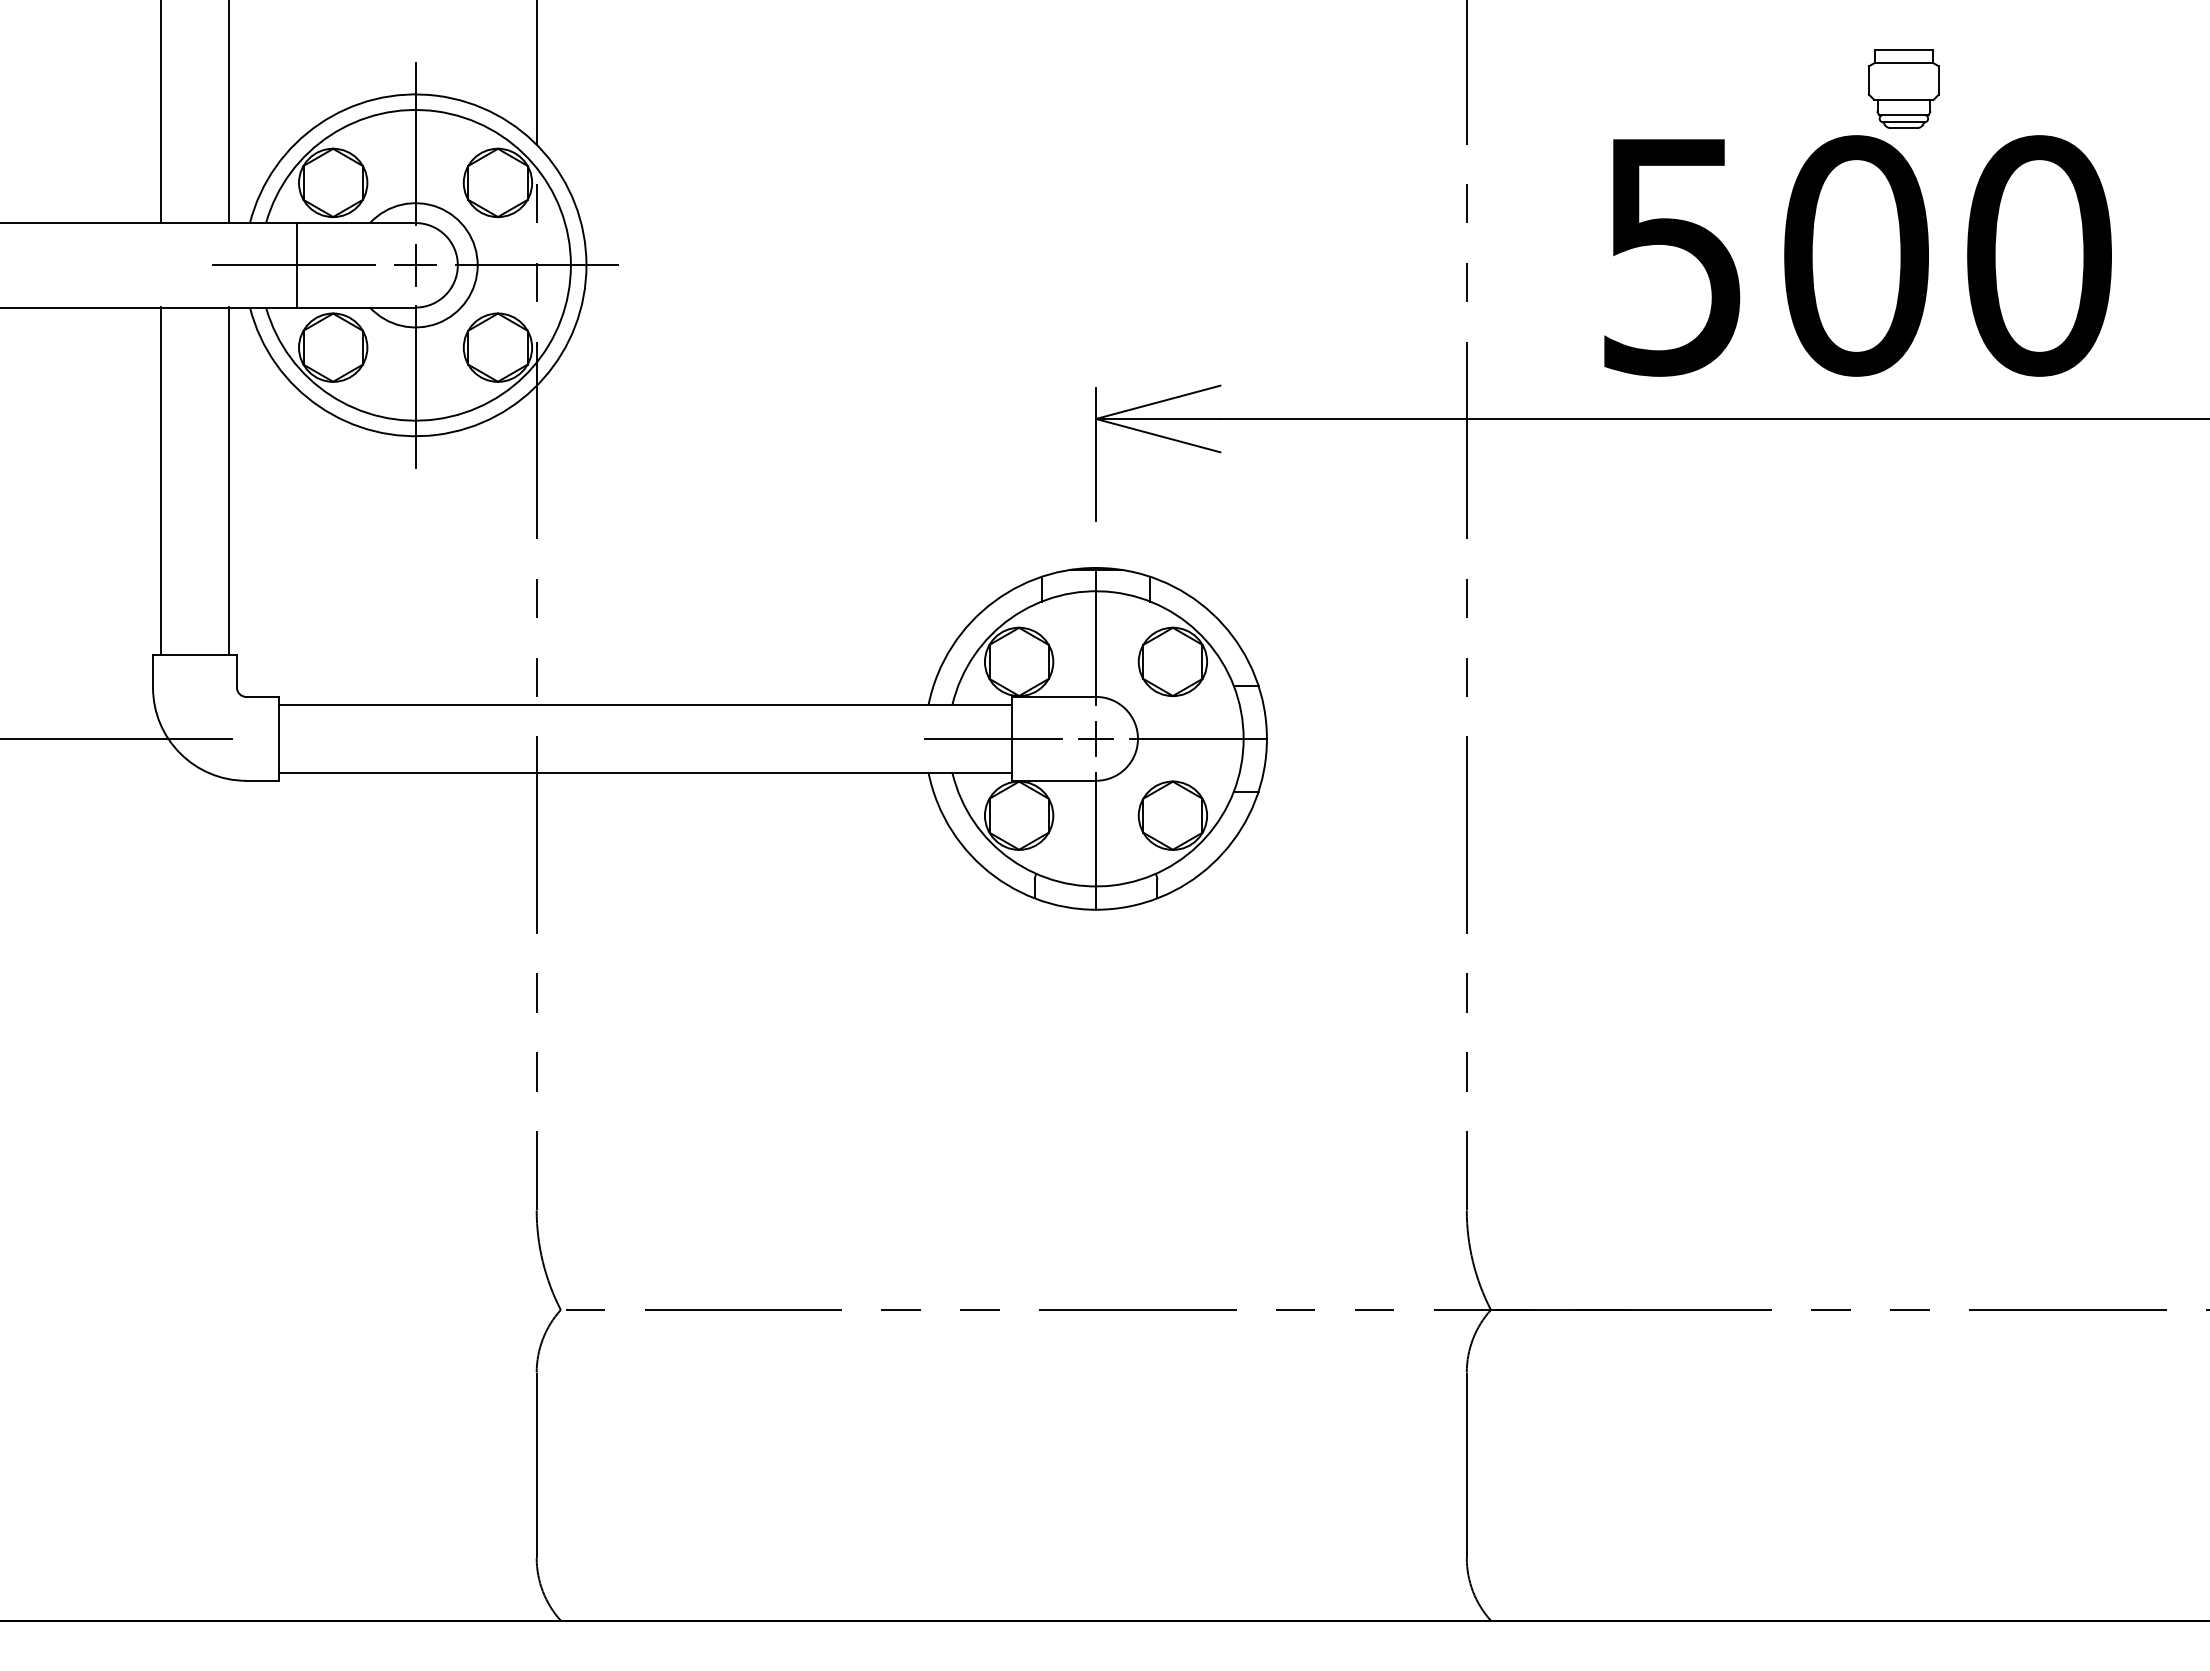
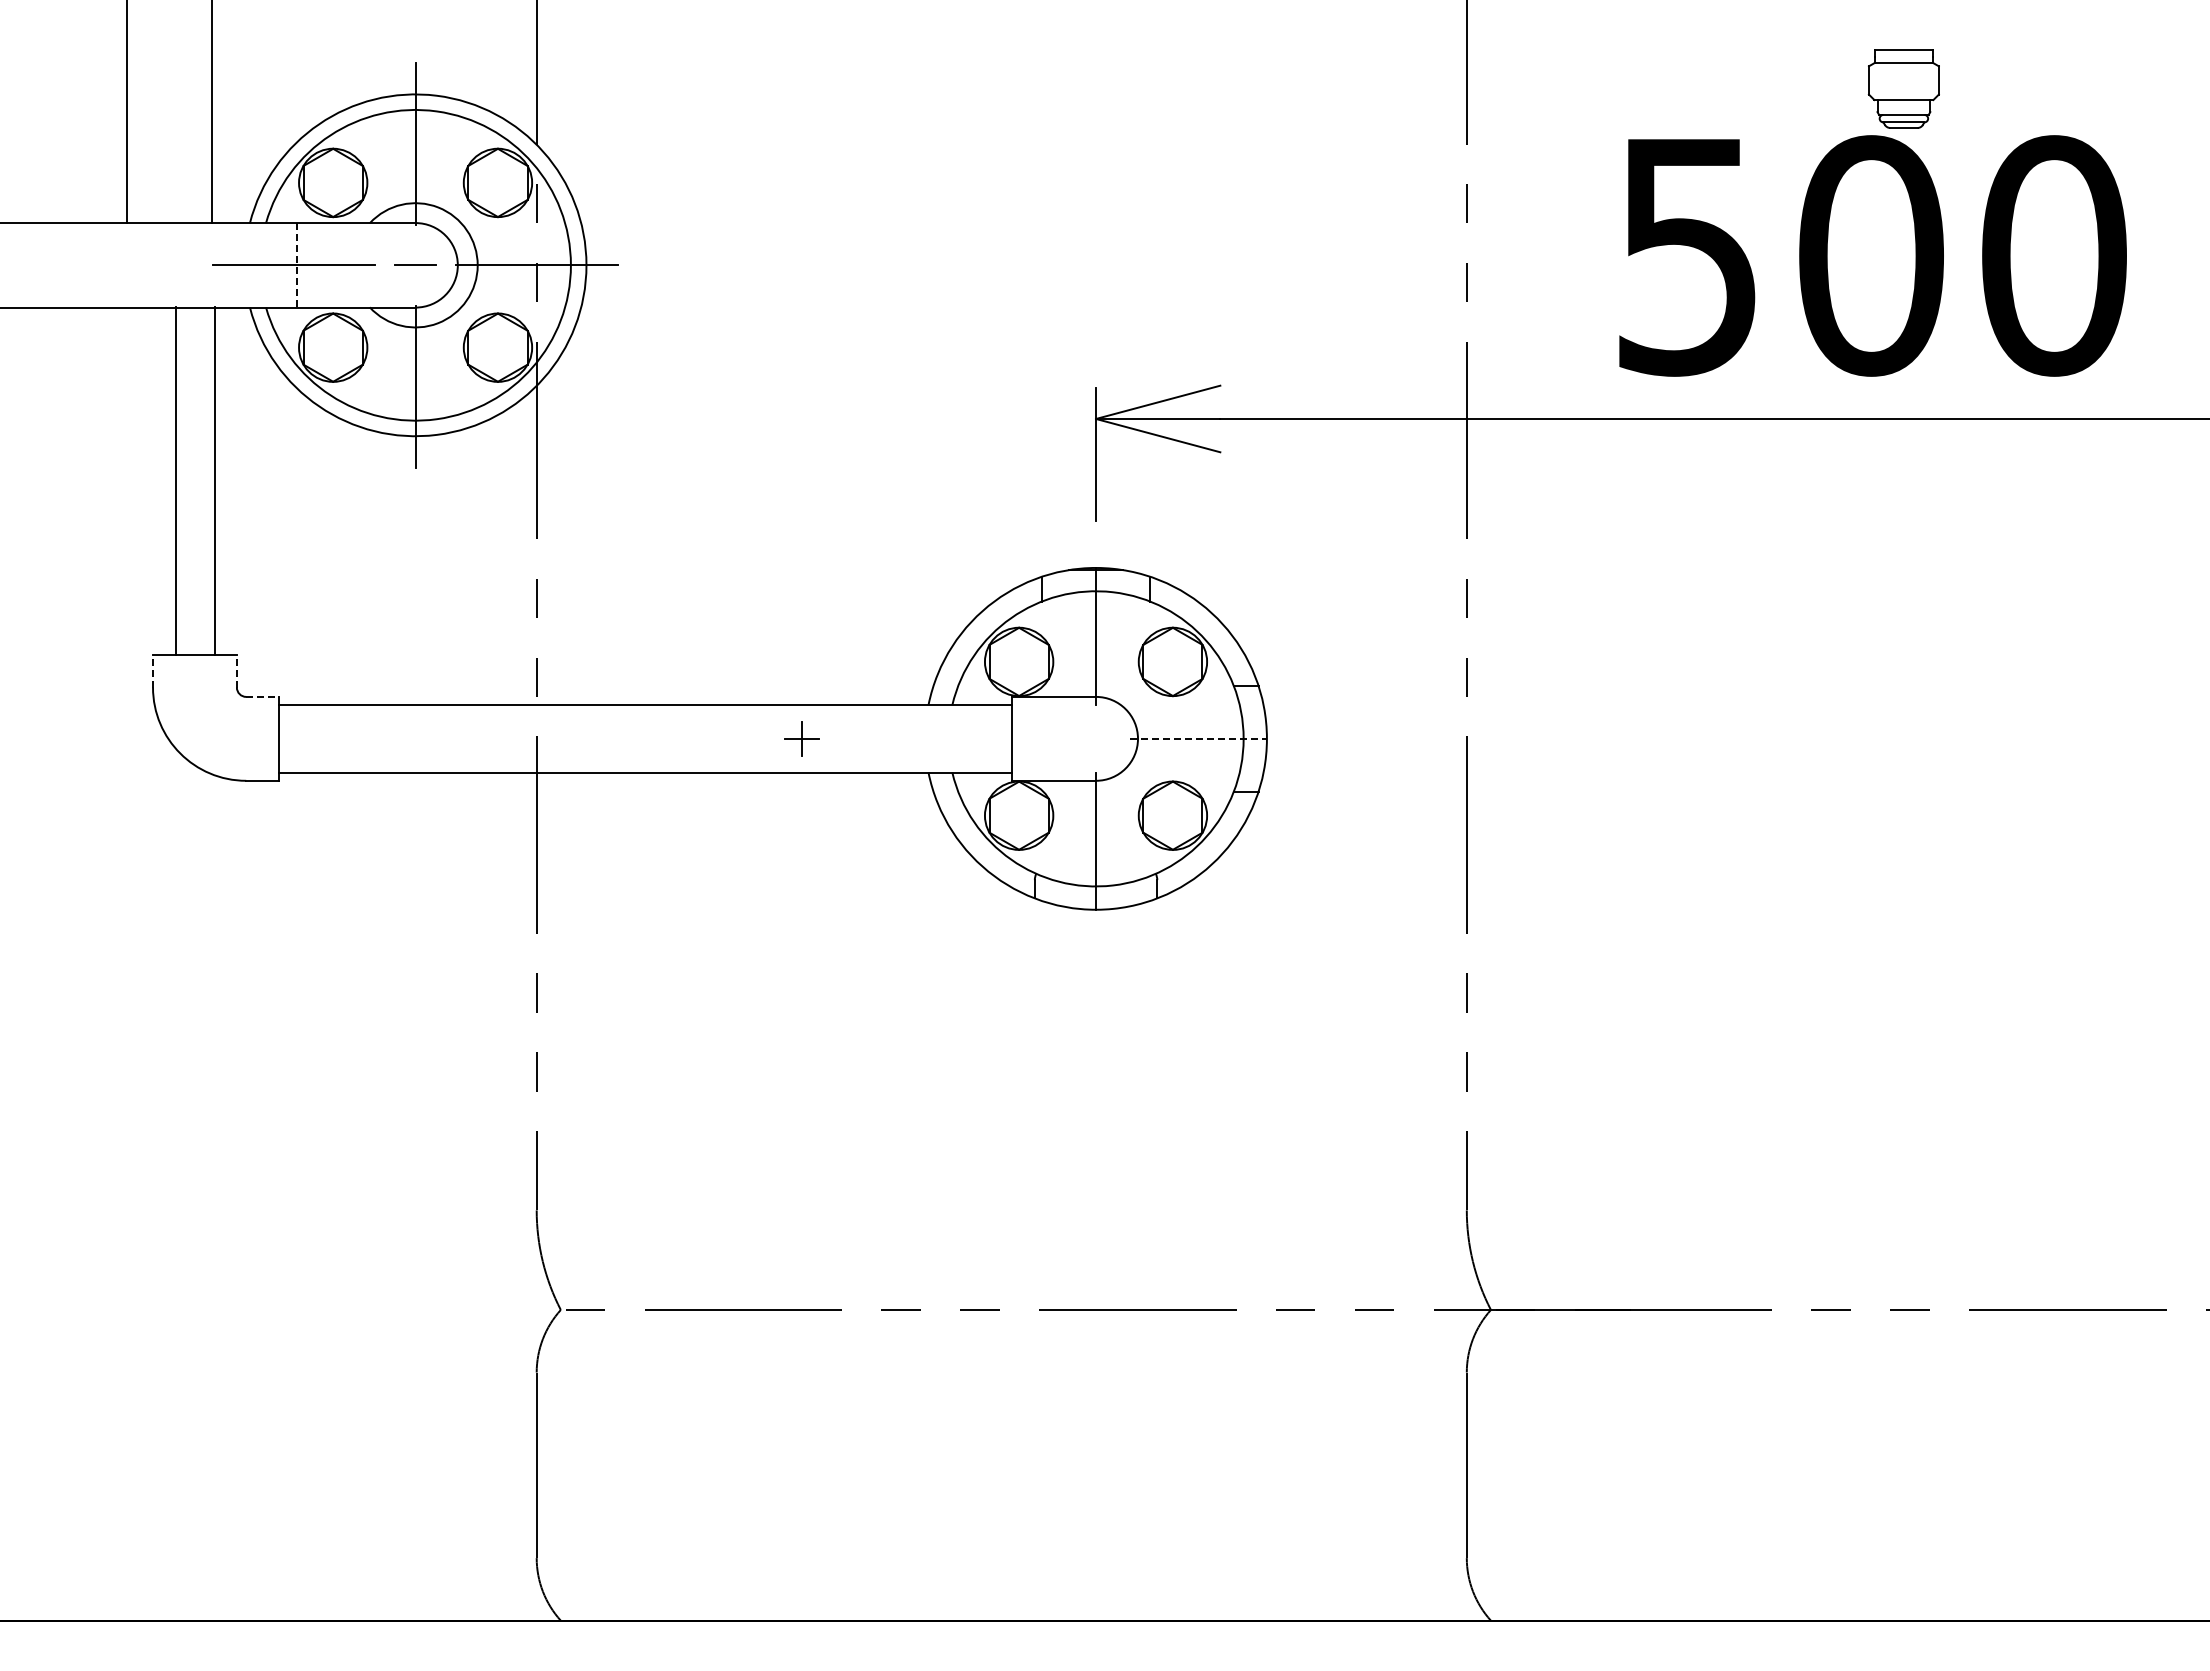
line at (161, 112) position: (161, 112) -> (127, 112)
line at (228, 112) position: (228, 112) -> (211, 112)
text at (1857, 255) position: (1857, 255) -> (1872, 255)
line at (297, 265): solid -> dashed
line at (415, 265): present -> none
line at (161, 480) position: (161, 480) -> (176, 480)
line at (228, 480) position: (228, 480) -> (214, 480)
line at (153, 670): solid -> dashed
line at (236, 670): solid -> dashed
line at (263, 696): solid -> dashed
line at (117, 738): present -> none
line at (992, 738): present -> none
part at (1095, 738) position: (1095, 738) -> (801, 738)
line at (1198, 738): solid -> dashed
